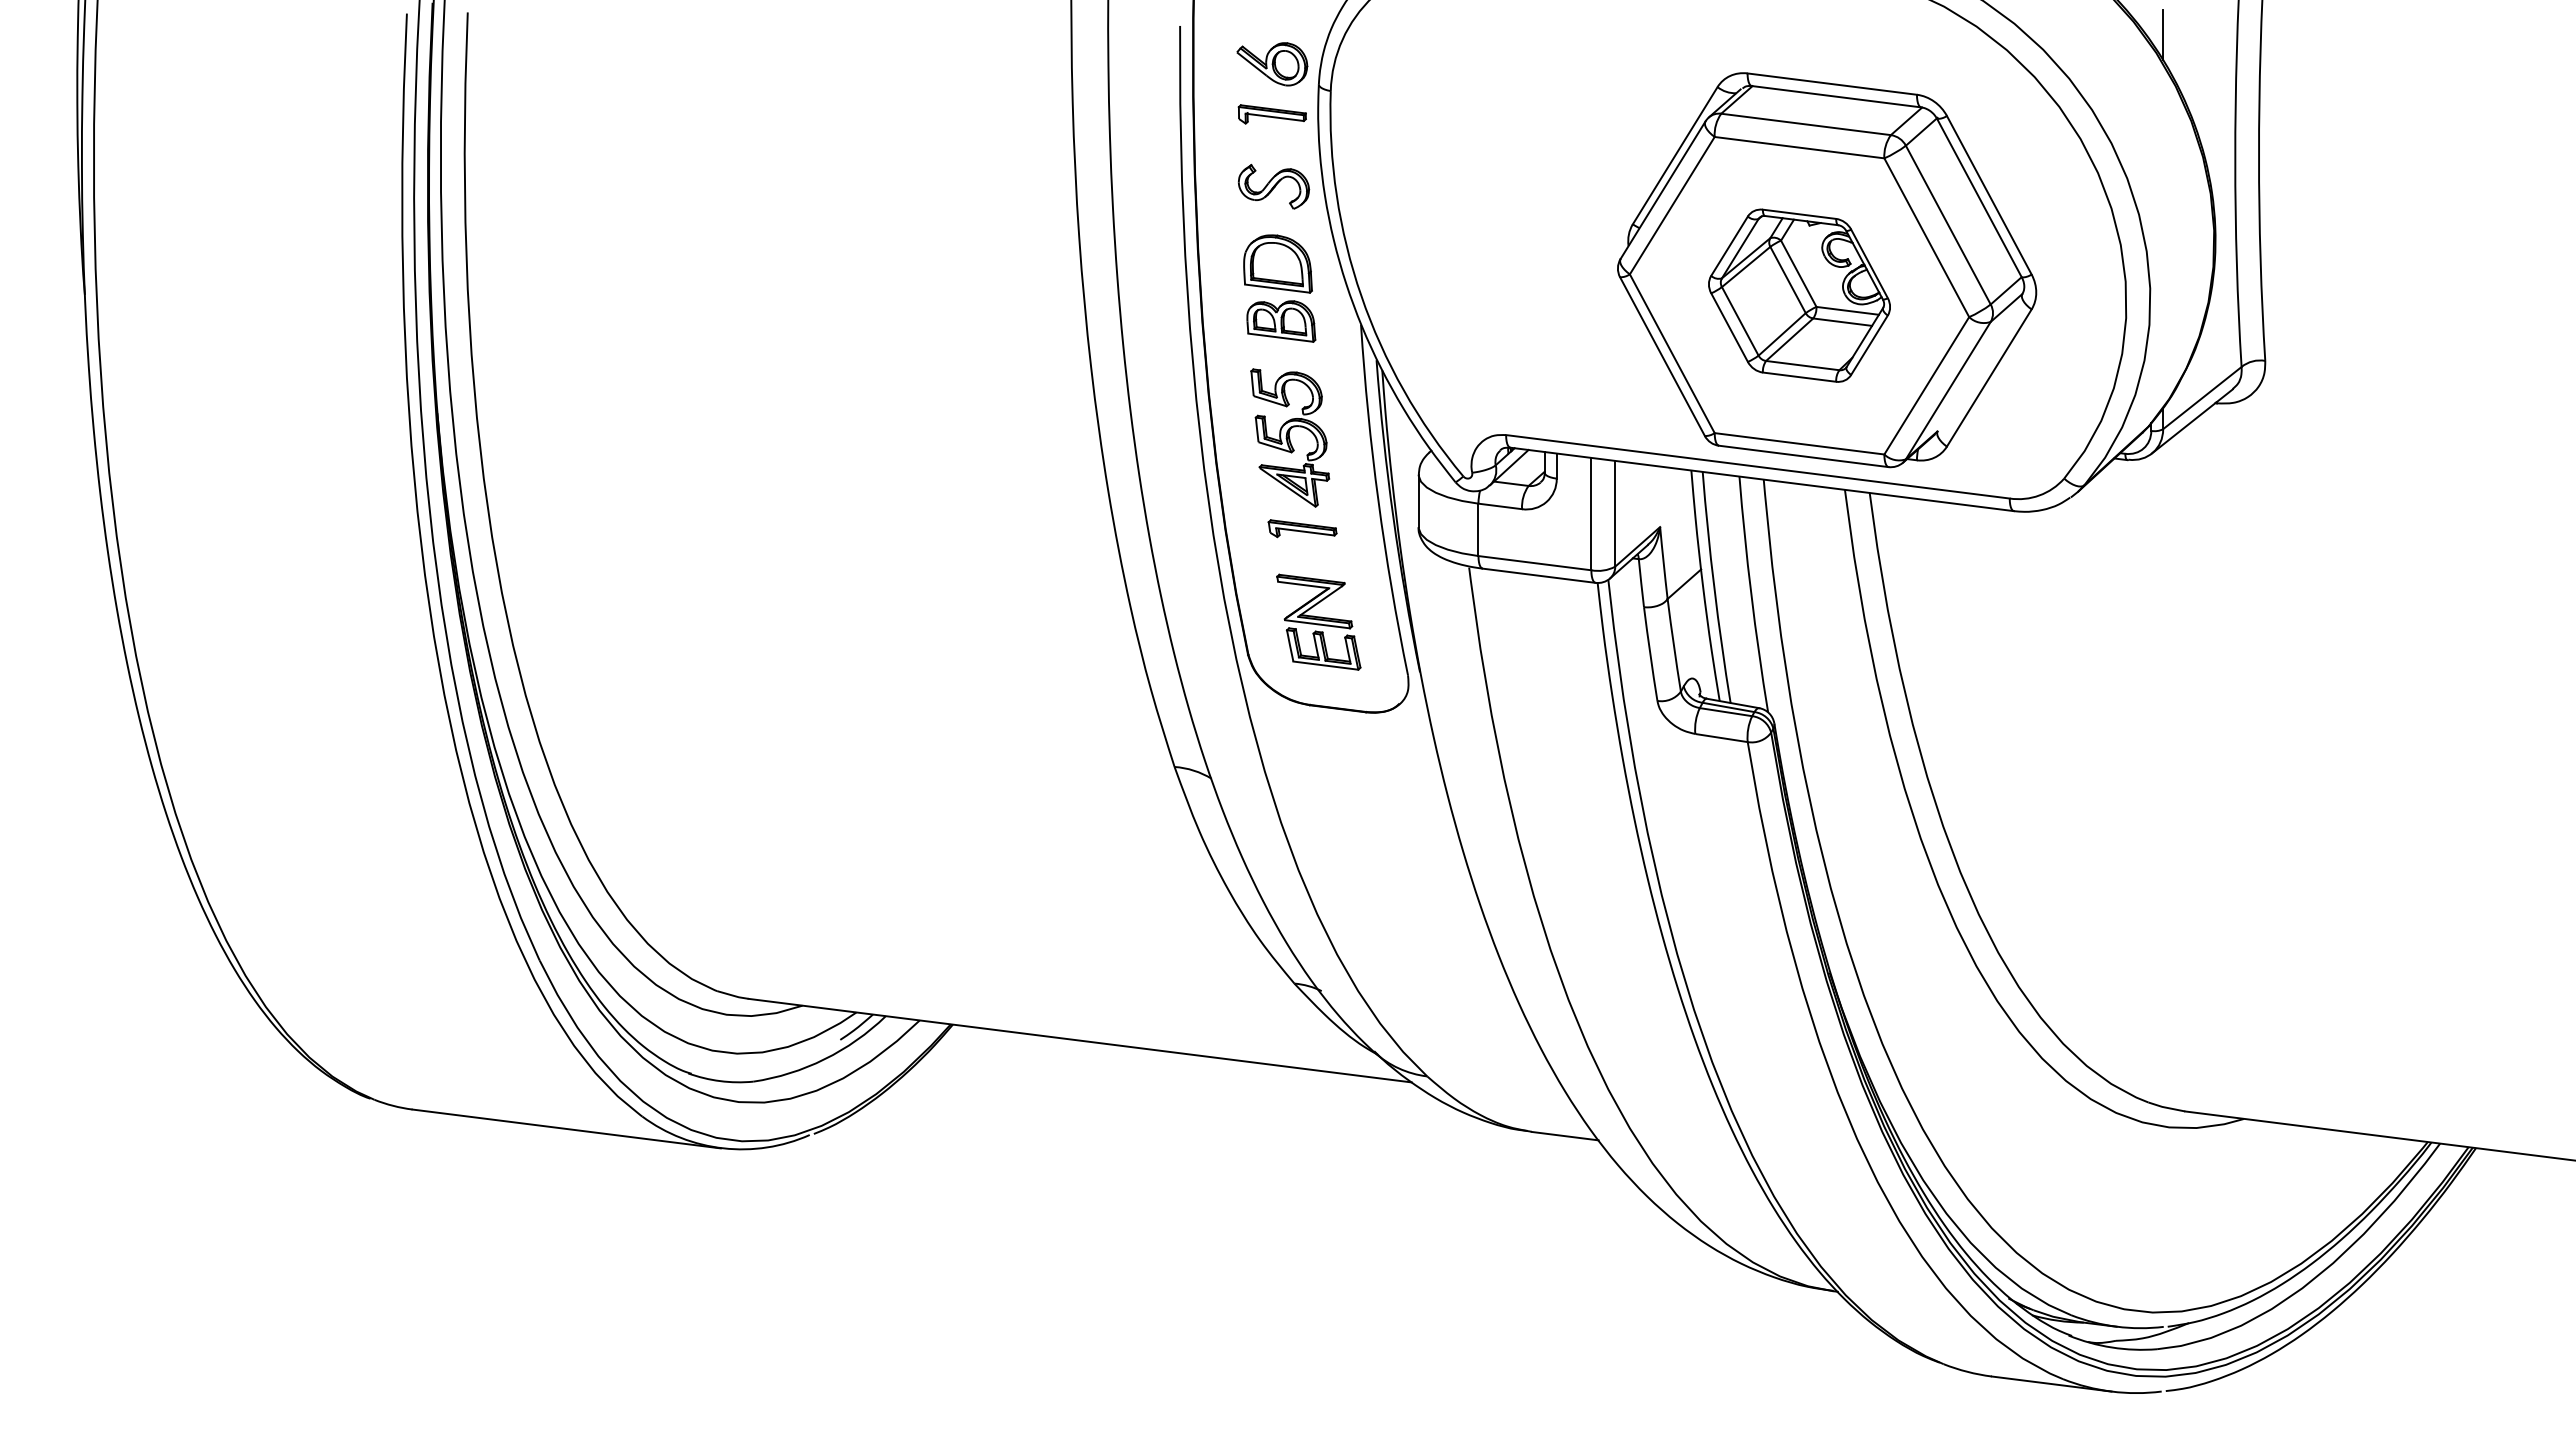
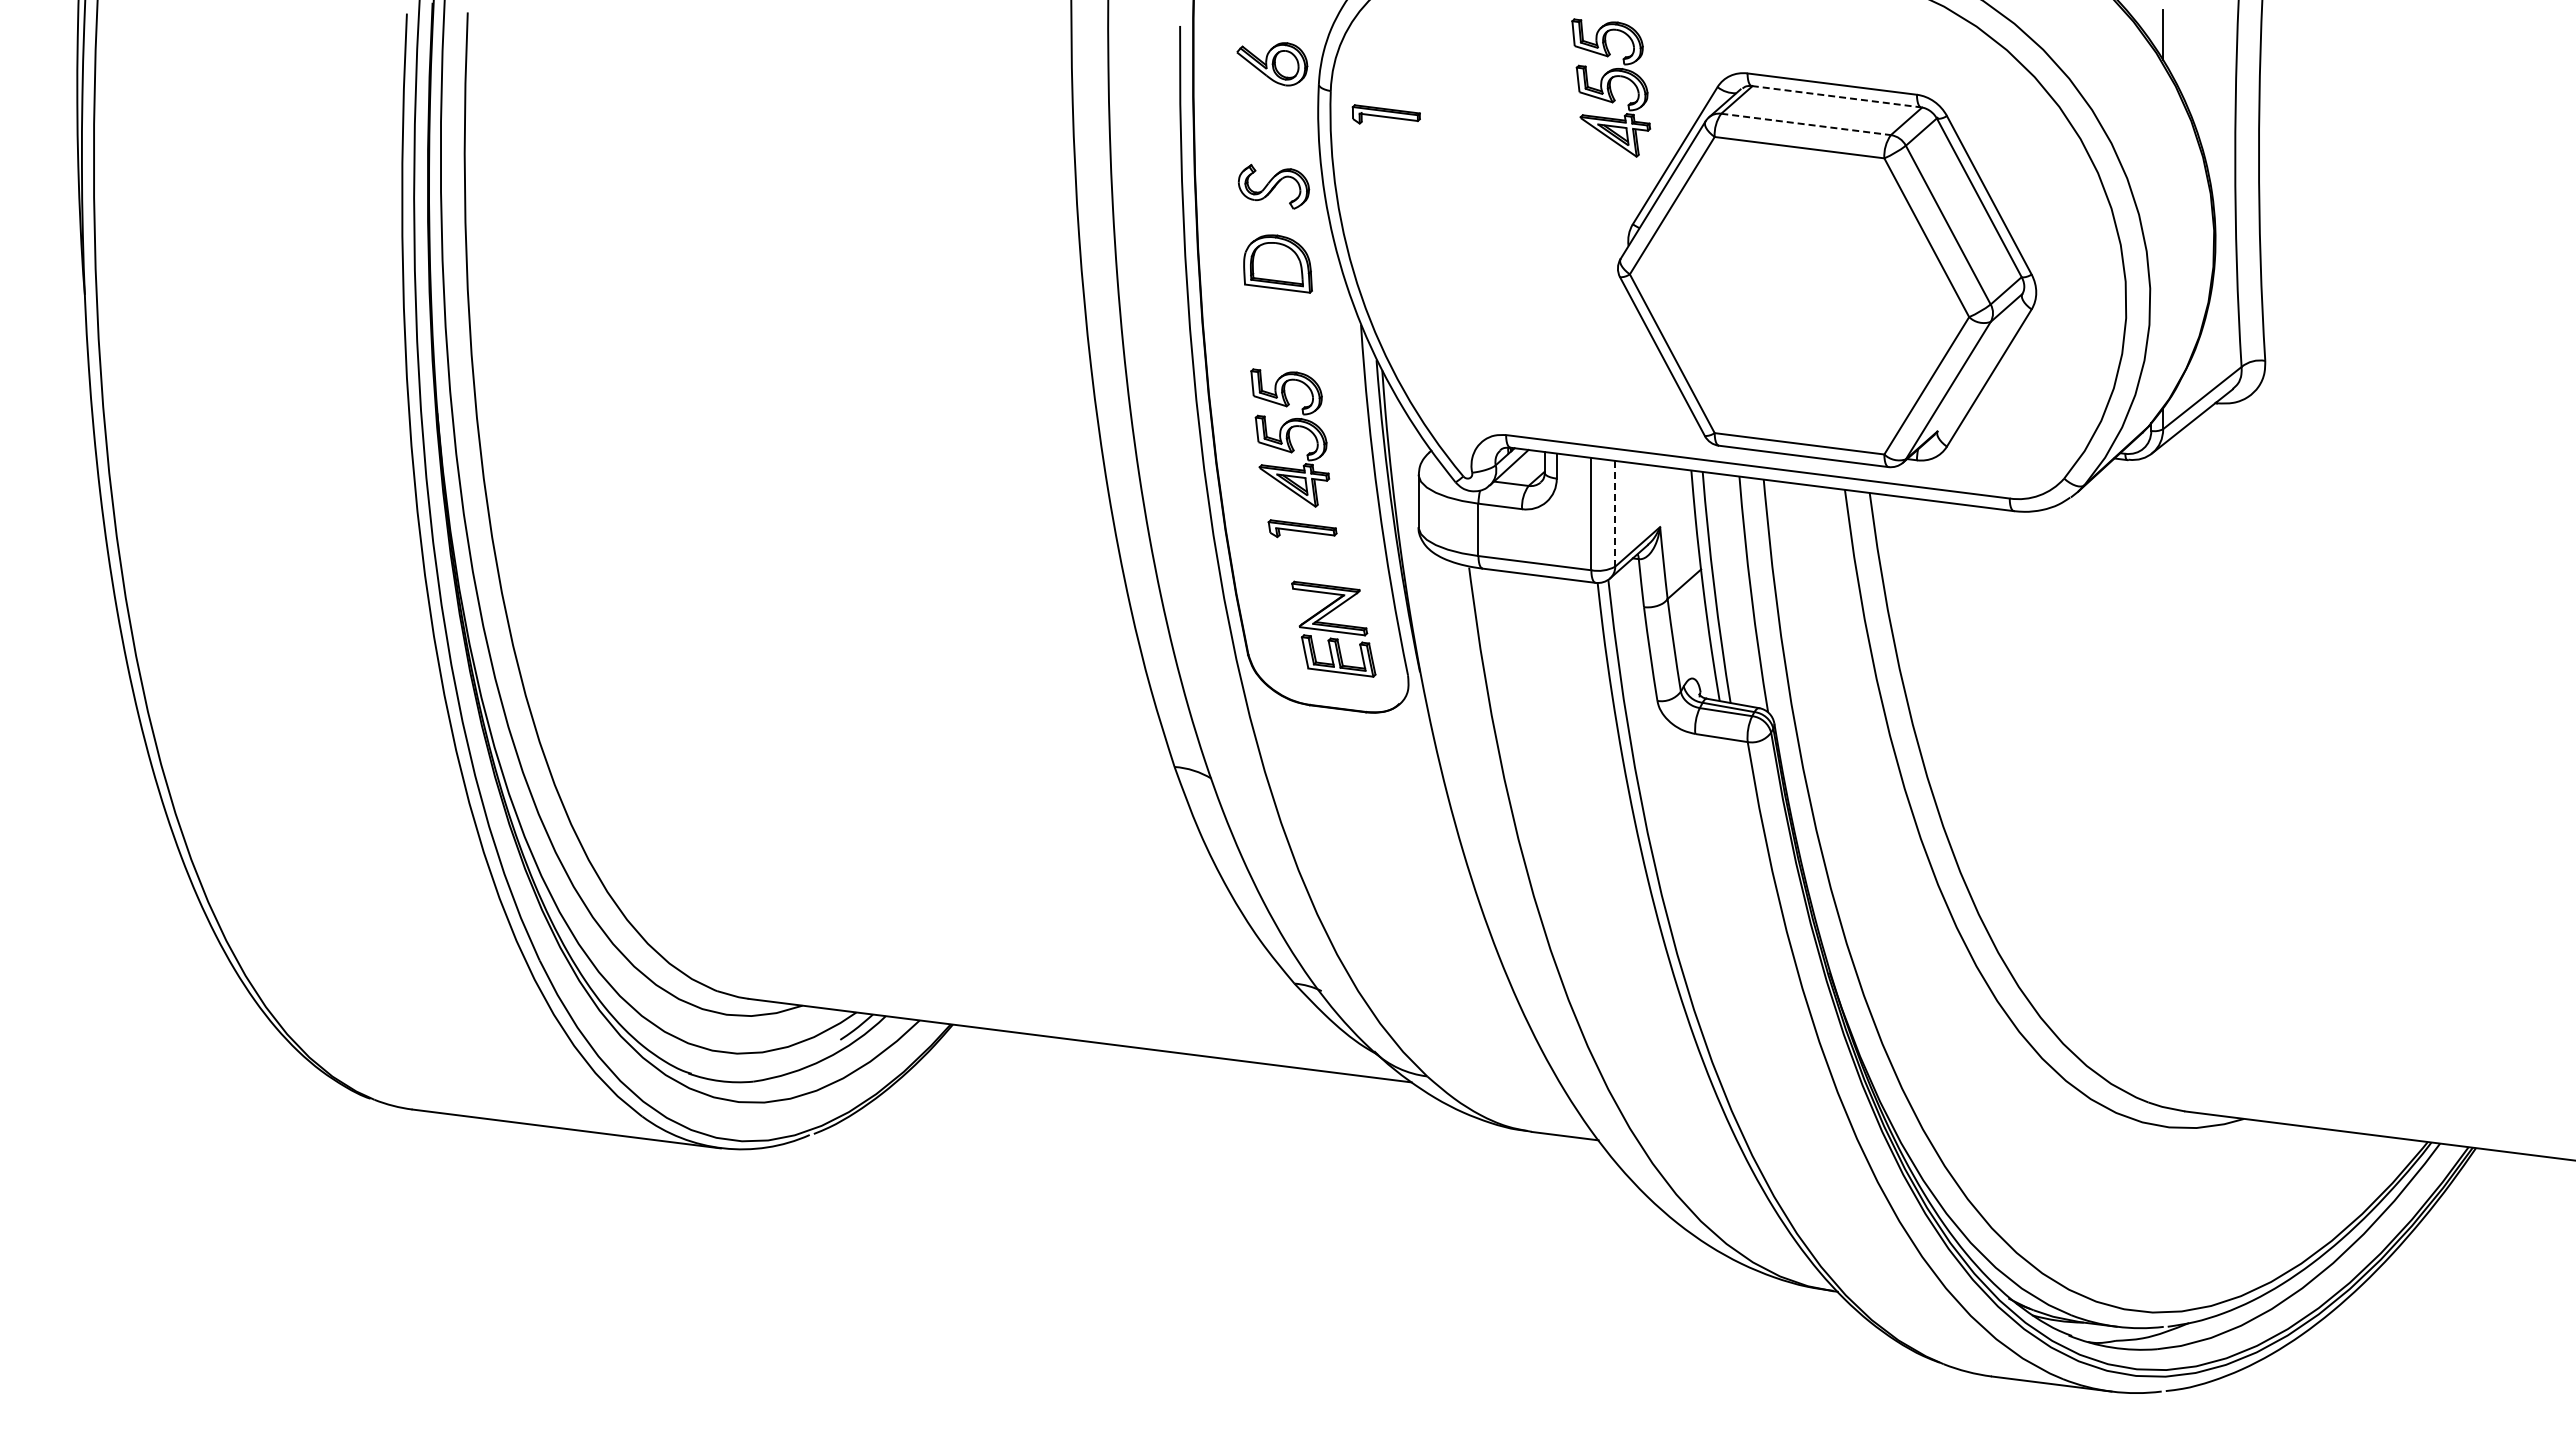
part at (1611, 87): none -> present
line at (1836, 96): solid -> dashed
part at (1271, 114) position: (1271, 114) -> (1385, 114)
line at (1806, 124): solid -> dashed
part at (1799, 295): present -> none
part at (1281, 321): present -> none
line at (1615, 513): solid -> dashed
part at (1318, 621) position: (1318, 621) -> (1333, 628)
